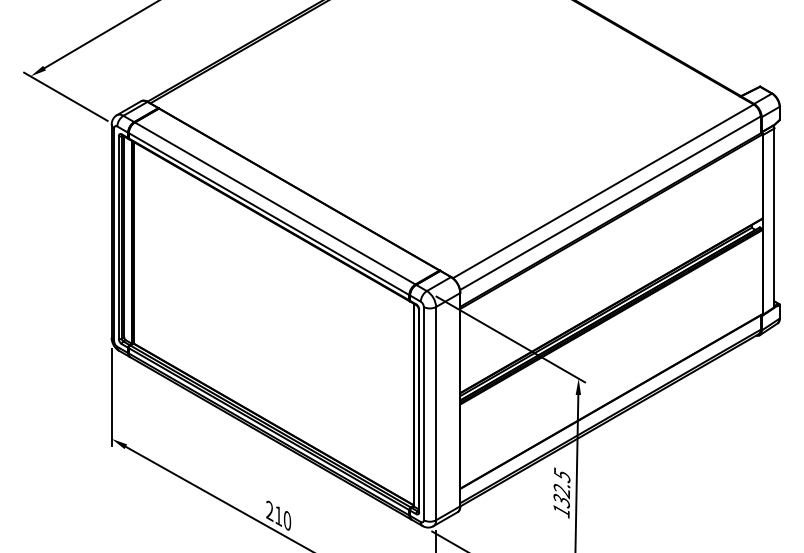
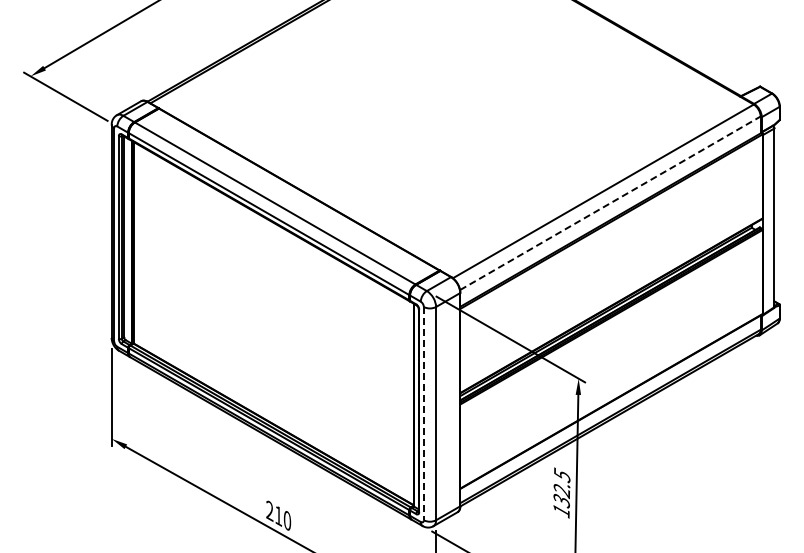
line at (610, 203): solid -> dashed
line at (423, 413): solid -> dashed
